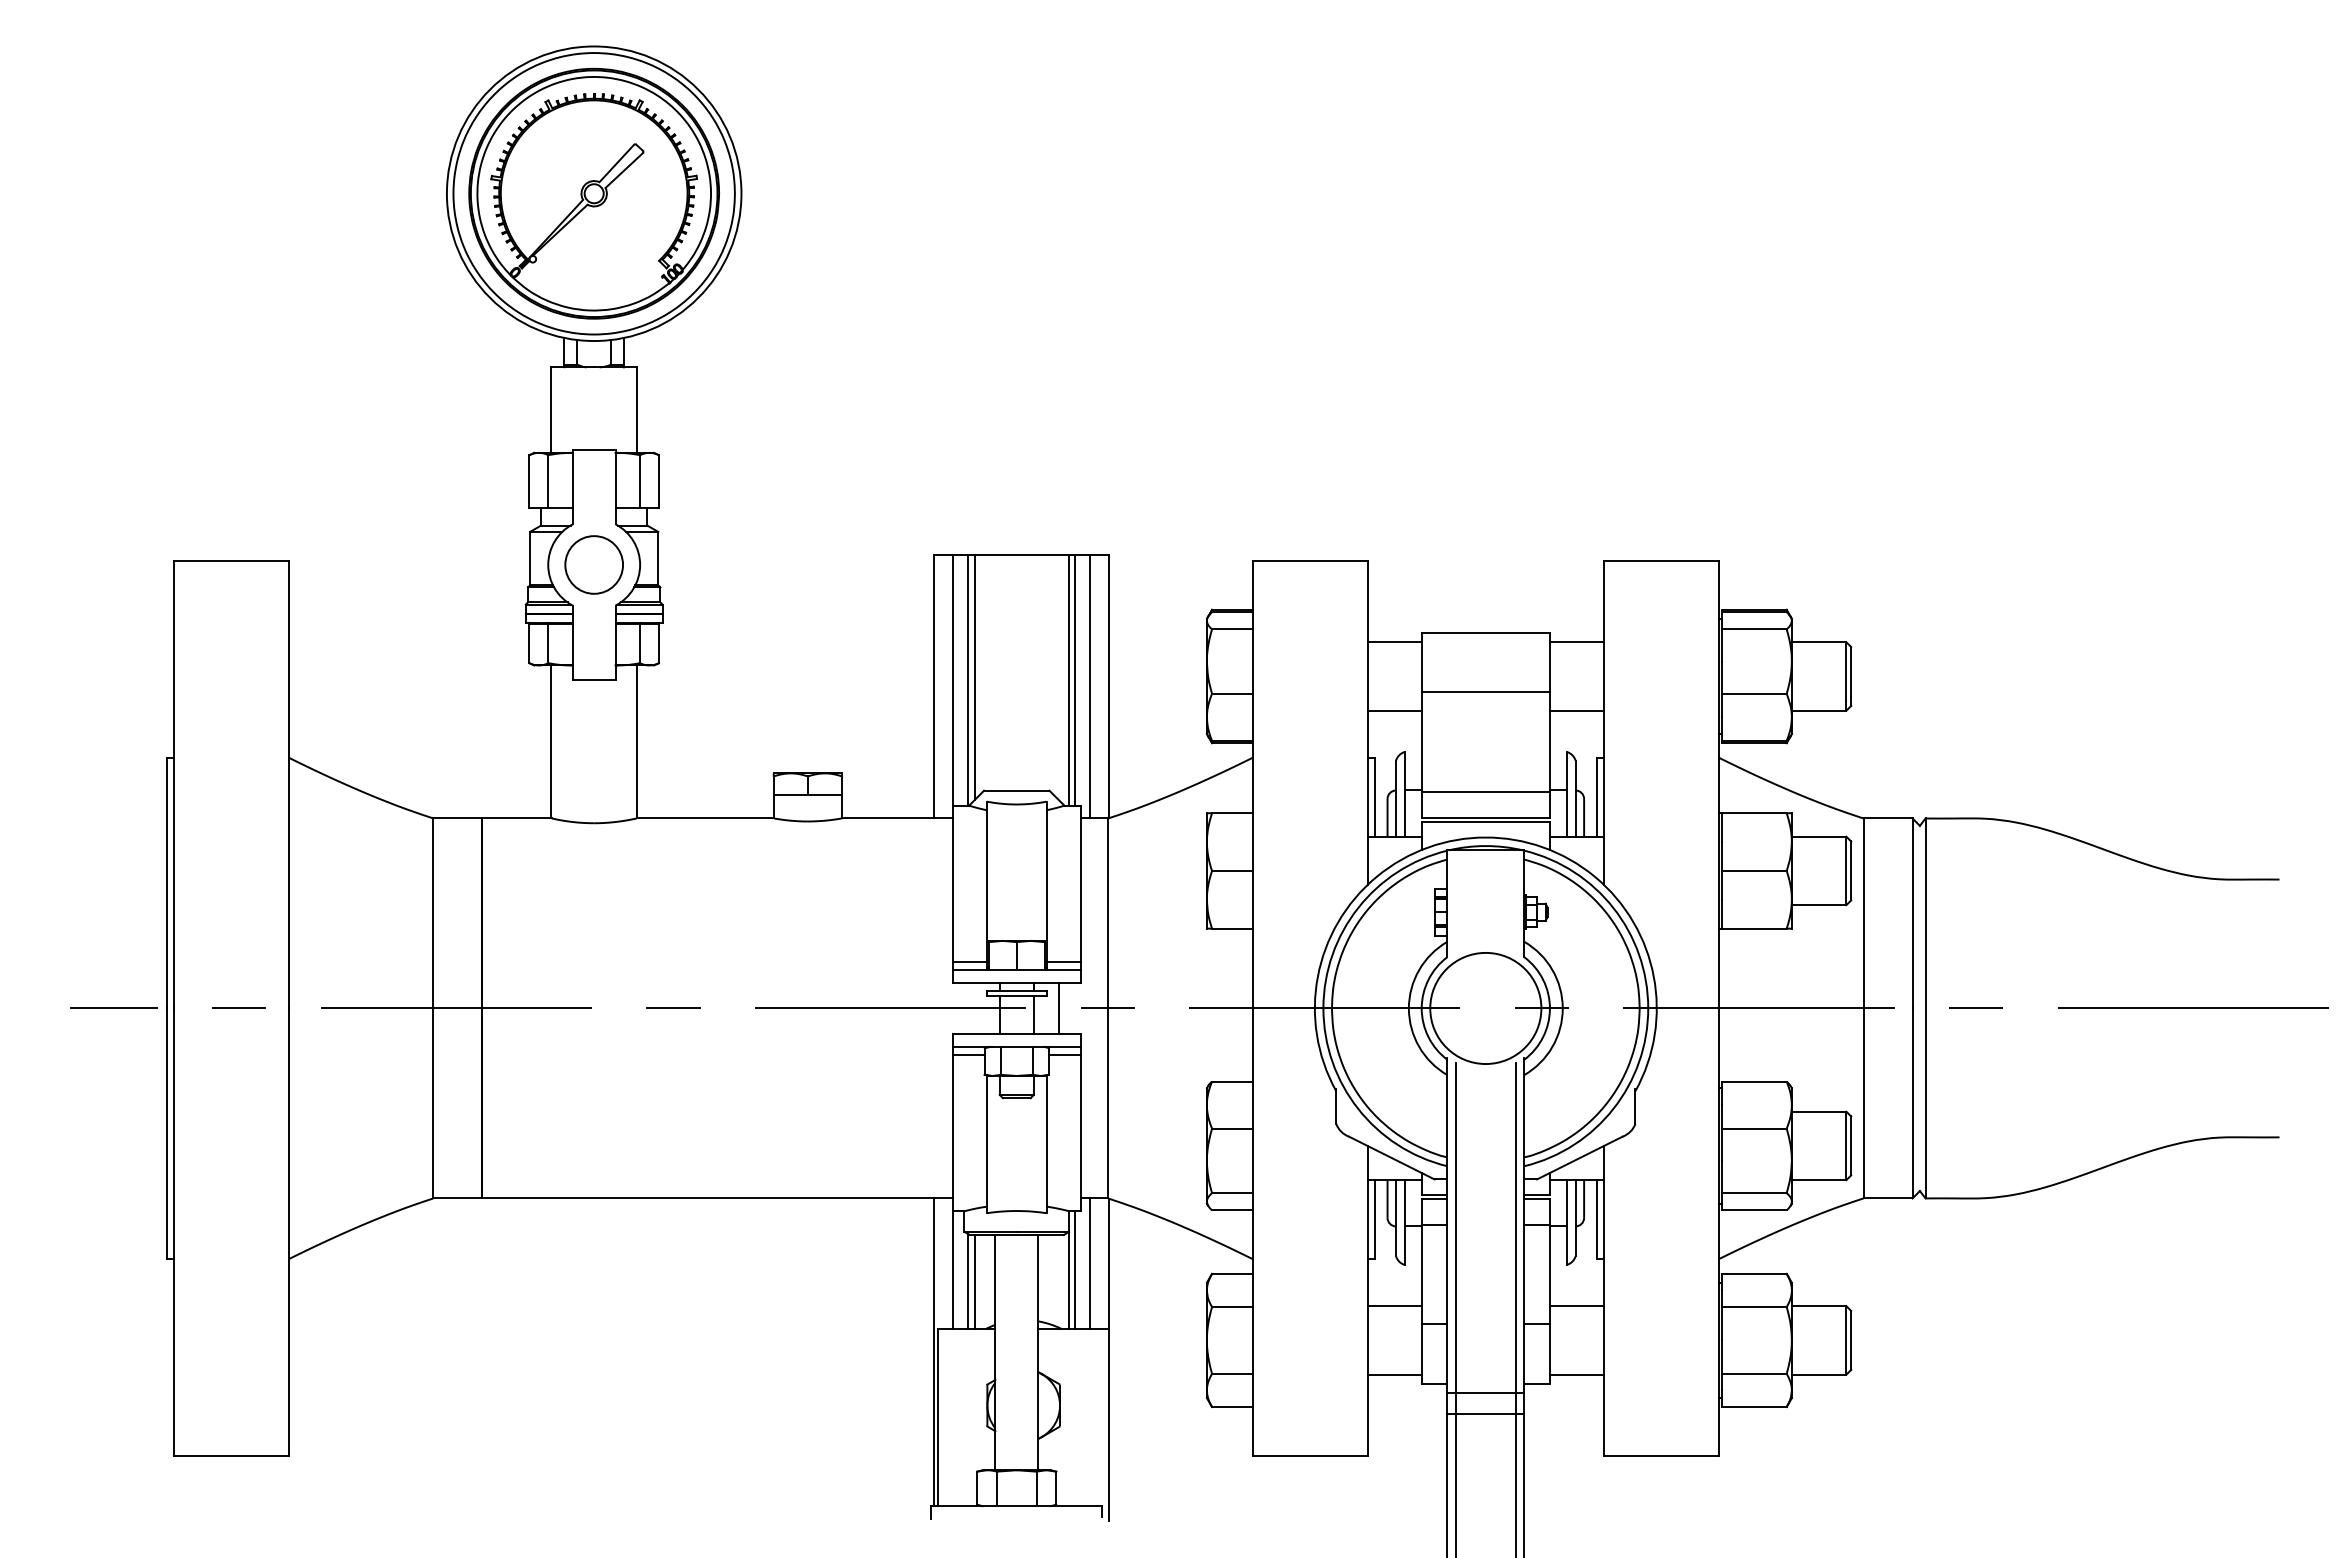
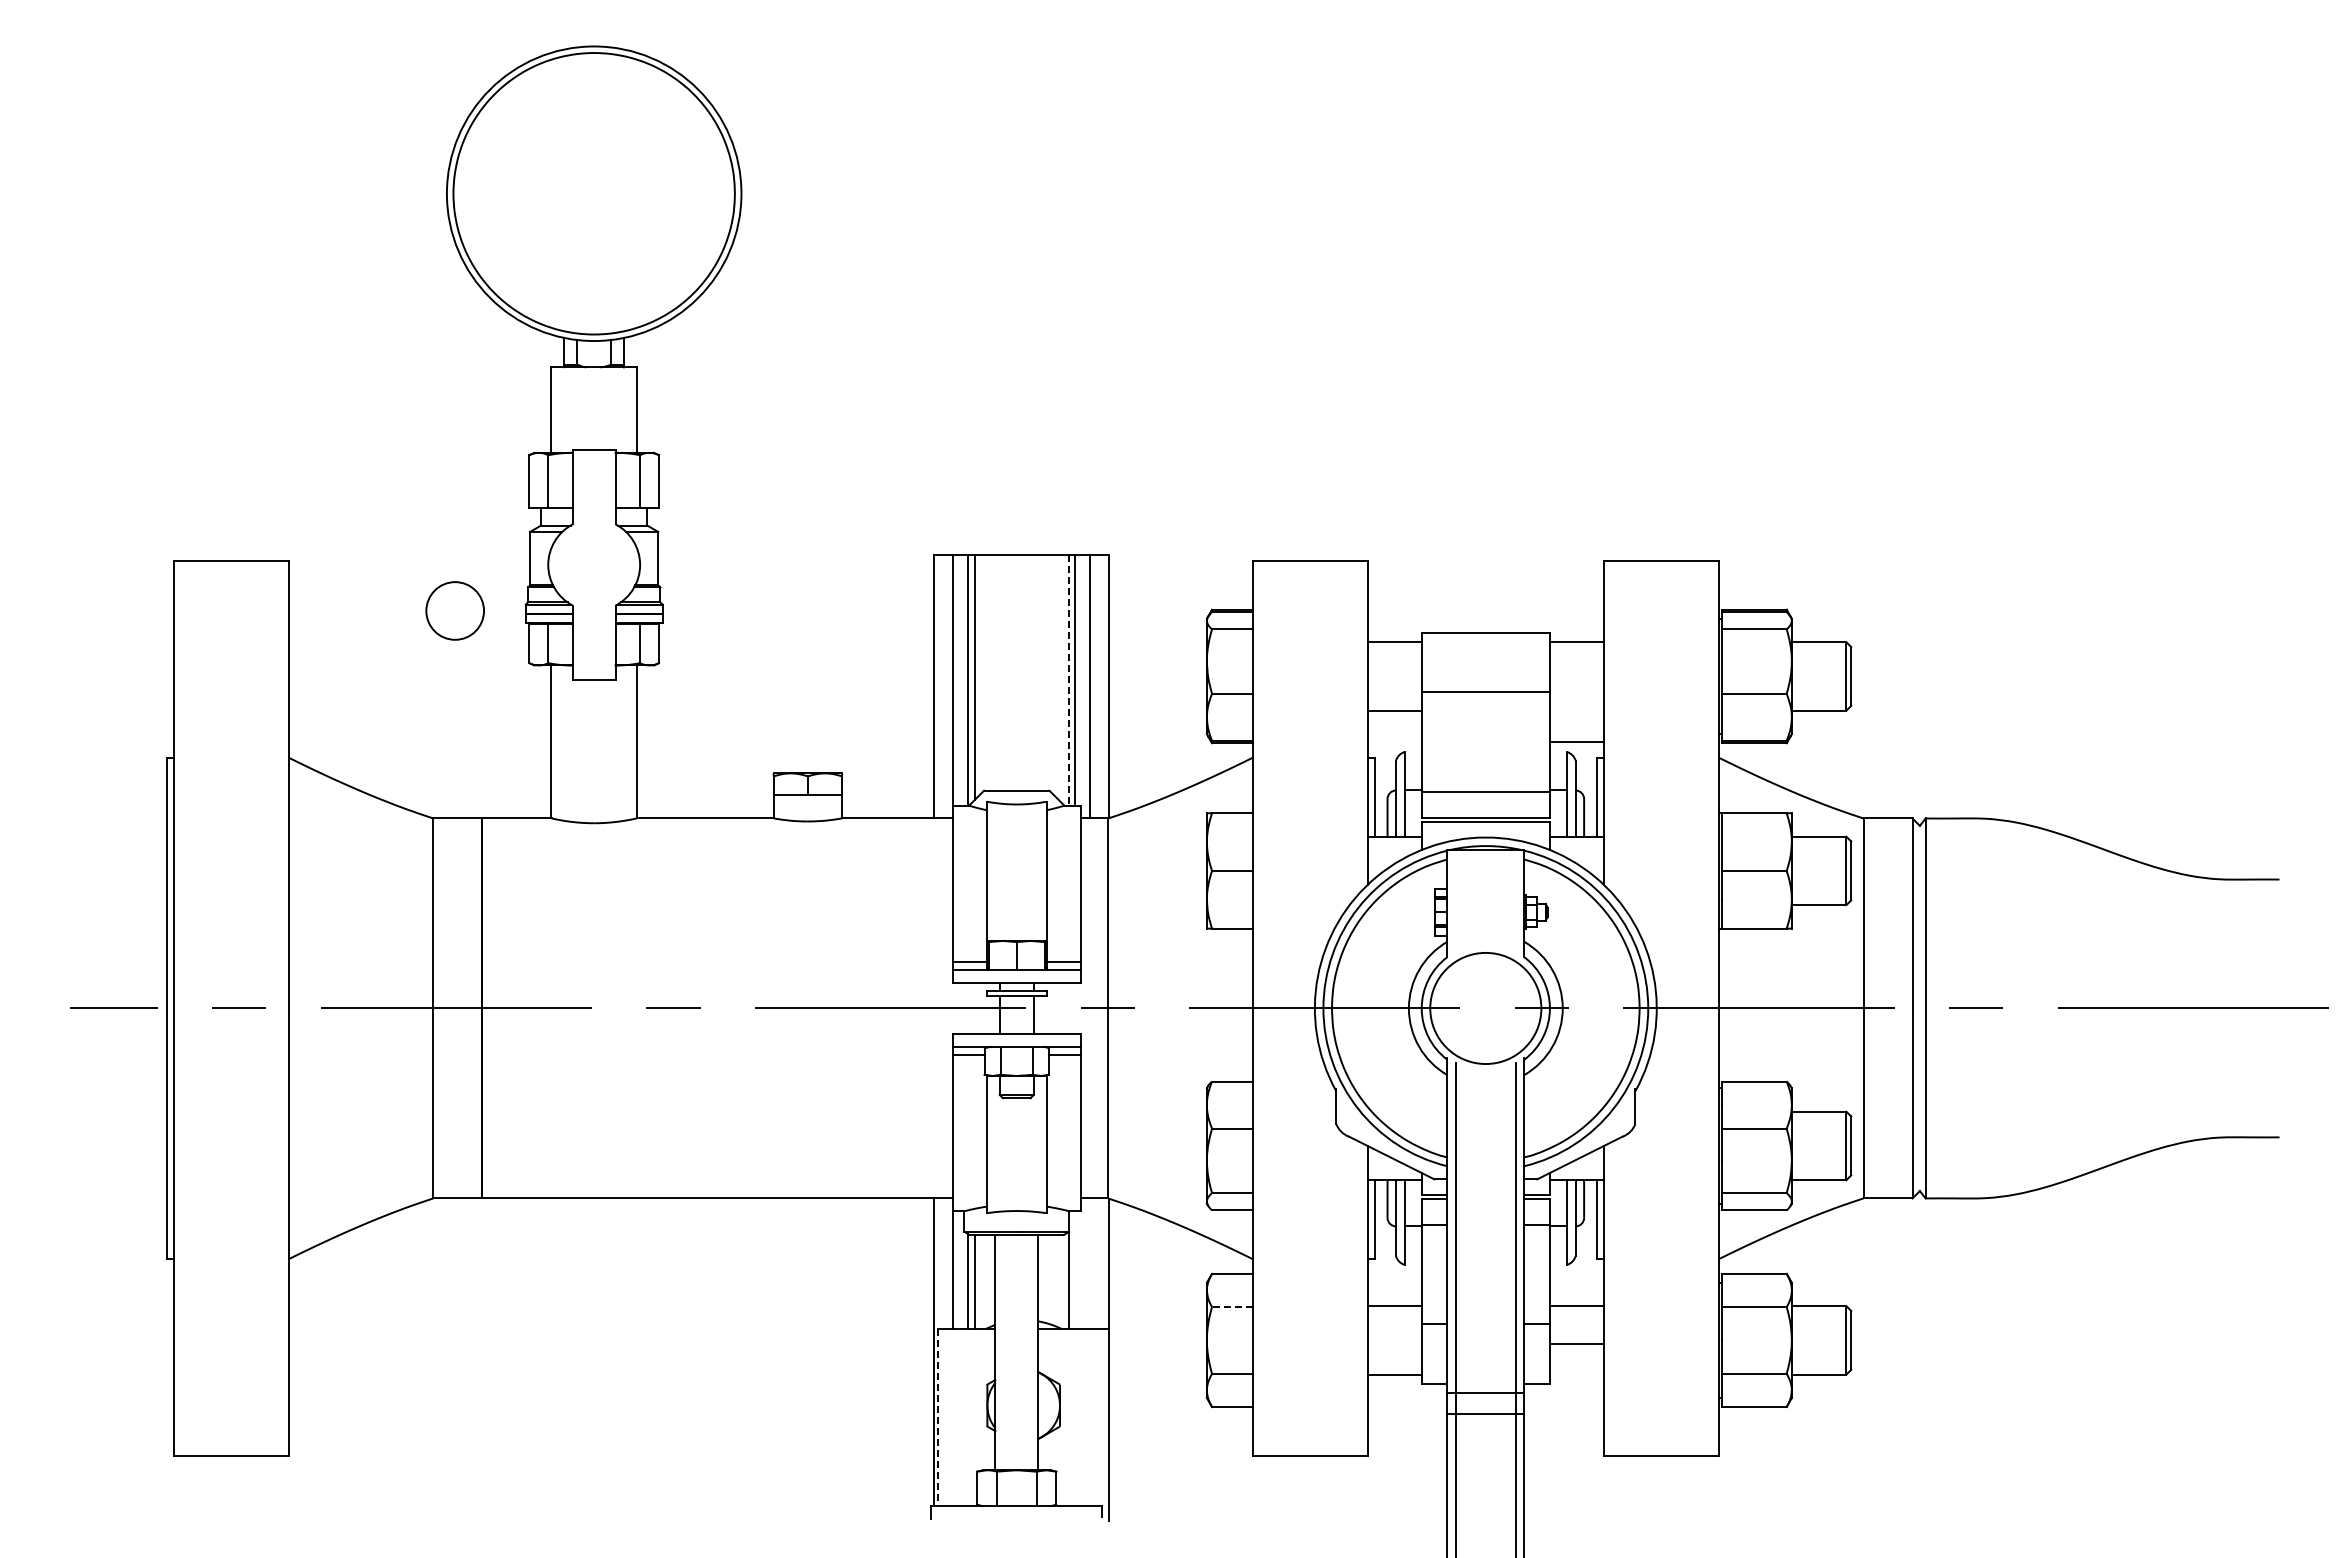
part at (593, 193): present -> none
circle at (593, 564) position: (593, 564) -> (454, 610)
line at (1068, 681): solid -> dashed
line at (1576, 710) position: (1576, 710) -> (1576, 741)
line at (1059, 1008): present -> none
line at (1089, 1263): present -> none
line at (1074, 1269): present -> none
line at (1231, 1307): solid -> dashed
line at (1576, 1374) position: (1576, 1374) -> (1576, 1343)
line at (938, 1417): solid -> dashed
